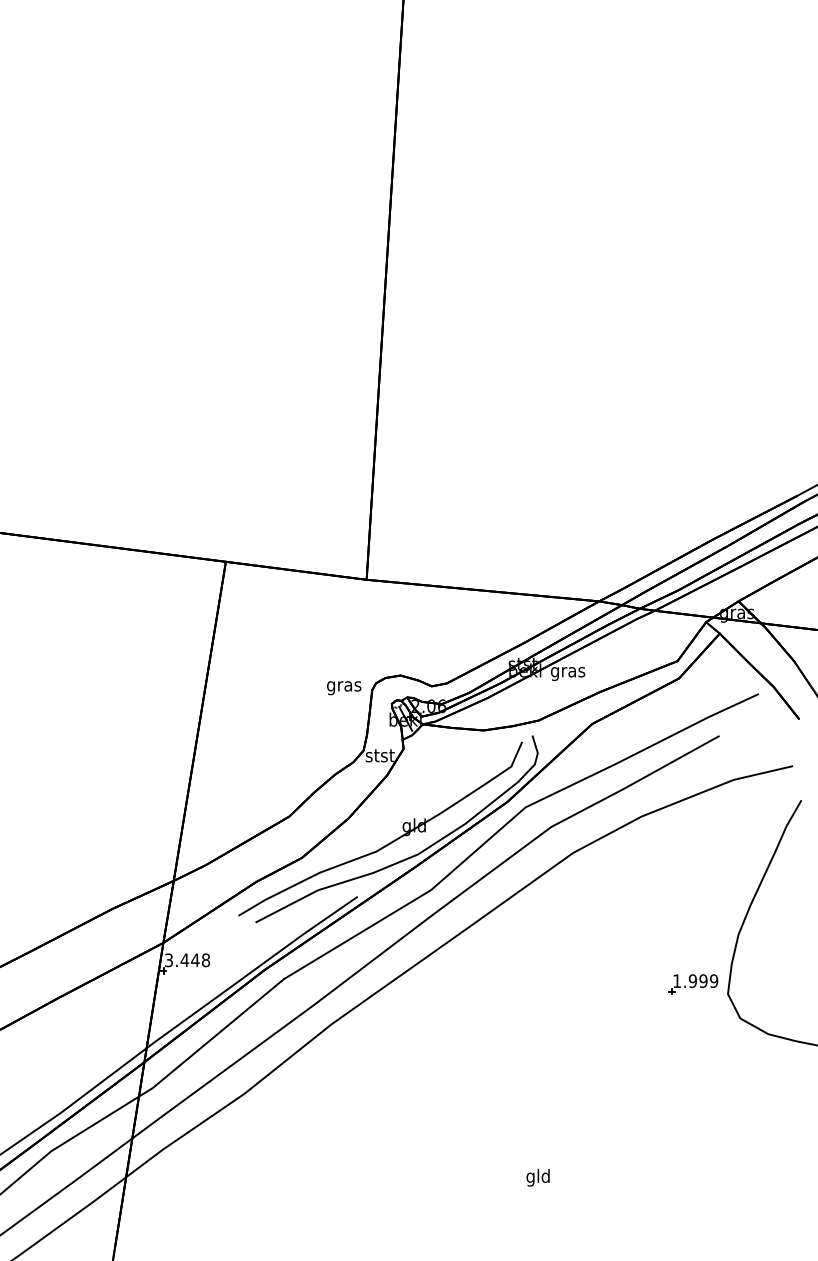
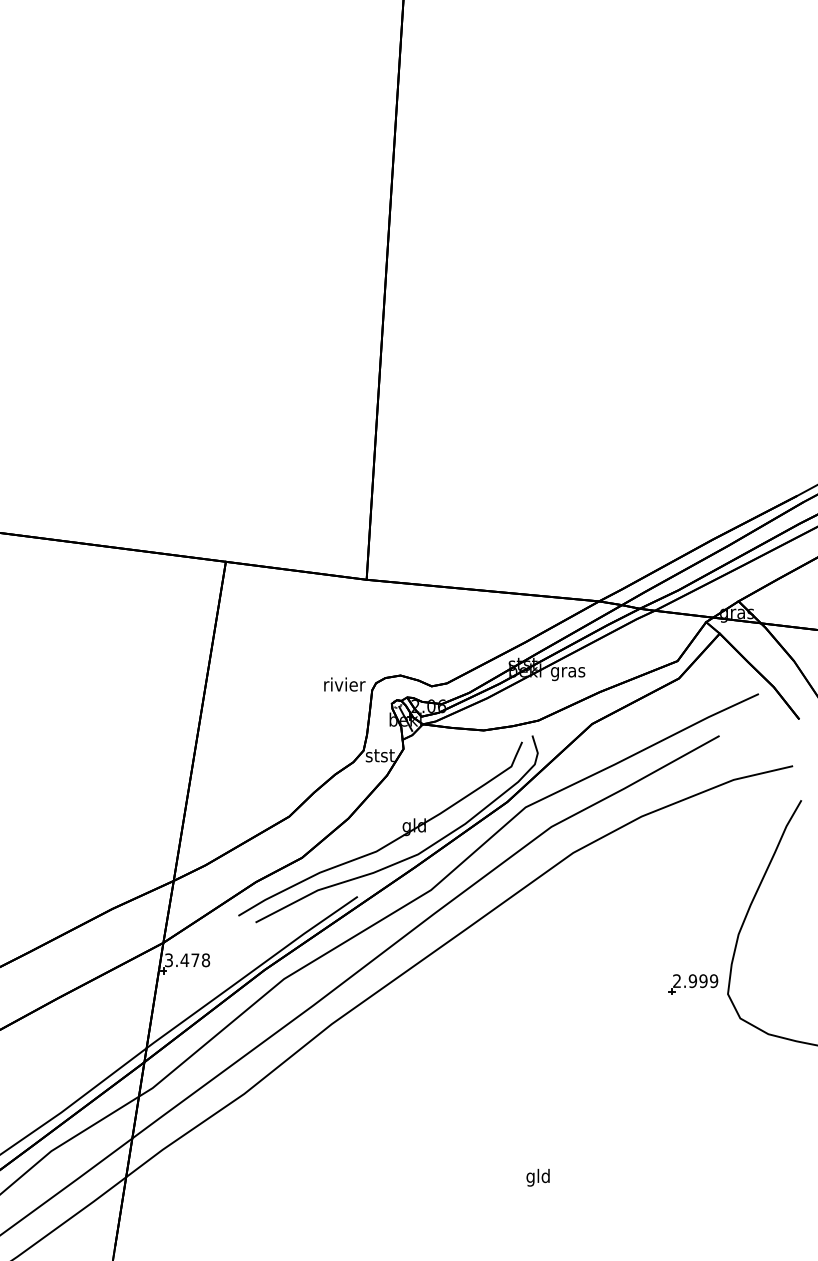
text at (344, 686): gras -> rivier
text at (195, 959): 3.448 -> 3.478
text at (676, 980): 1.999 -> 2.999
